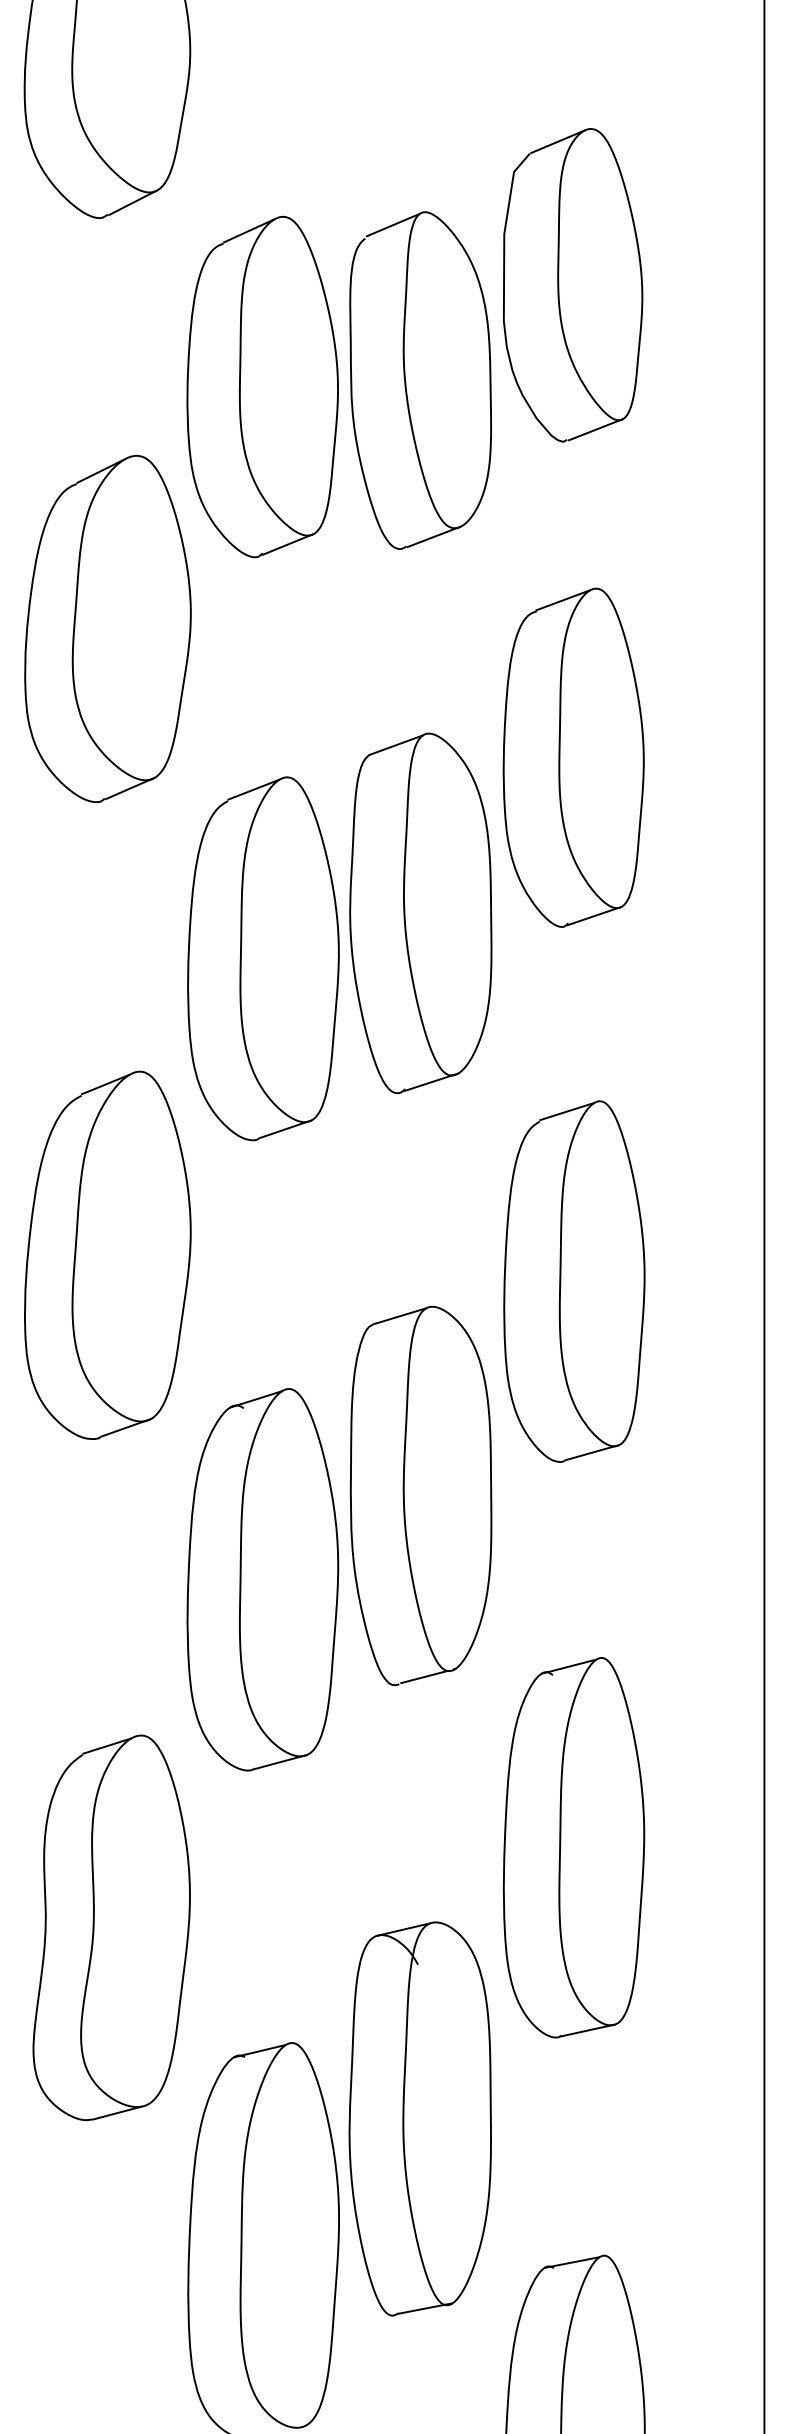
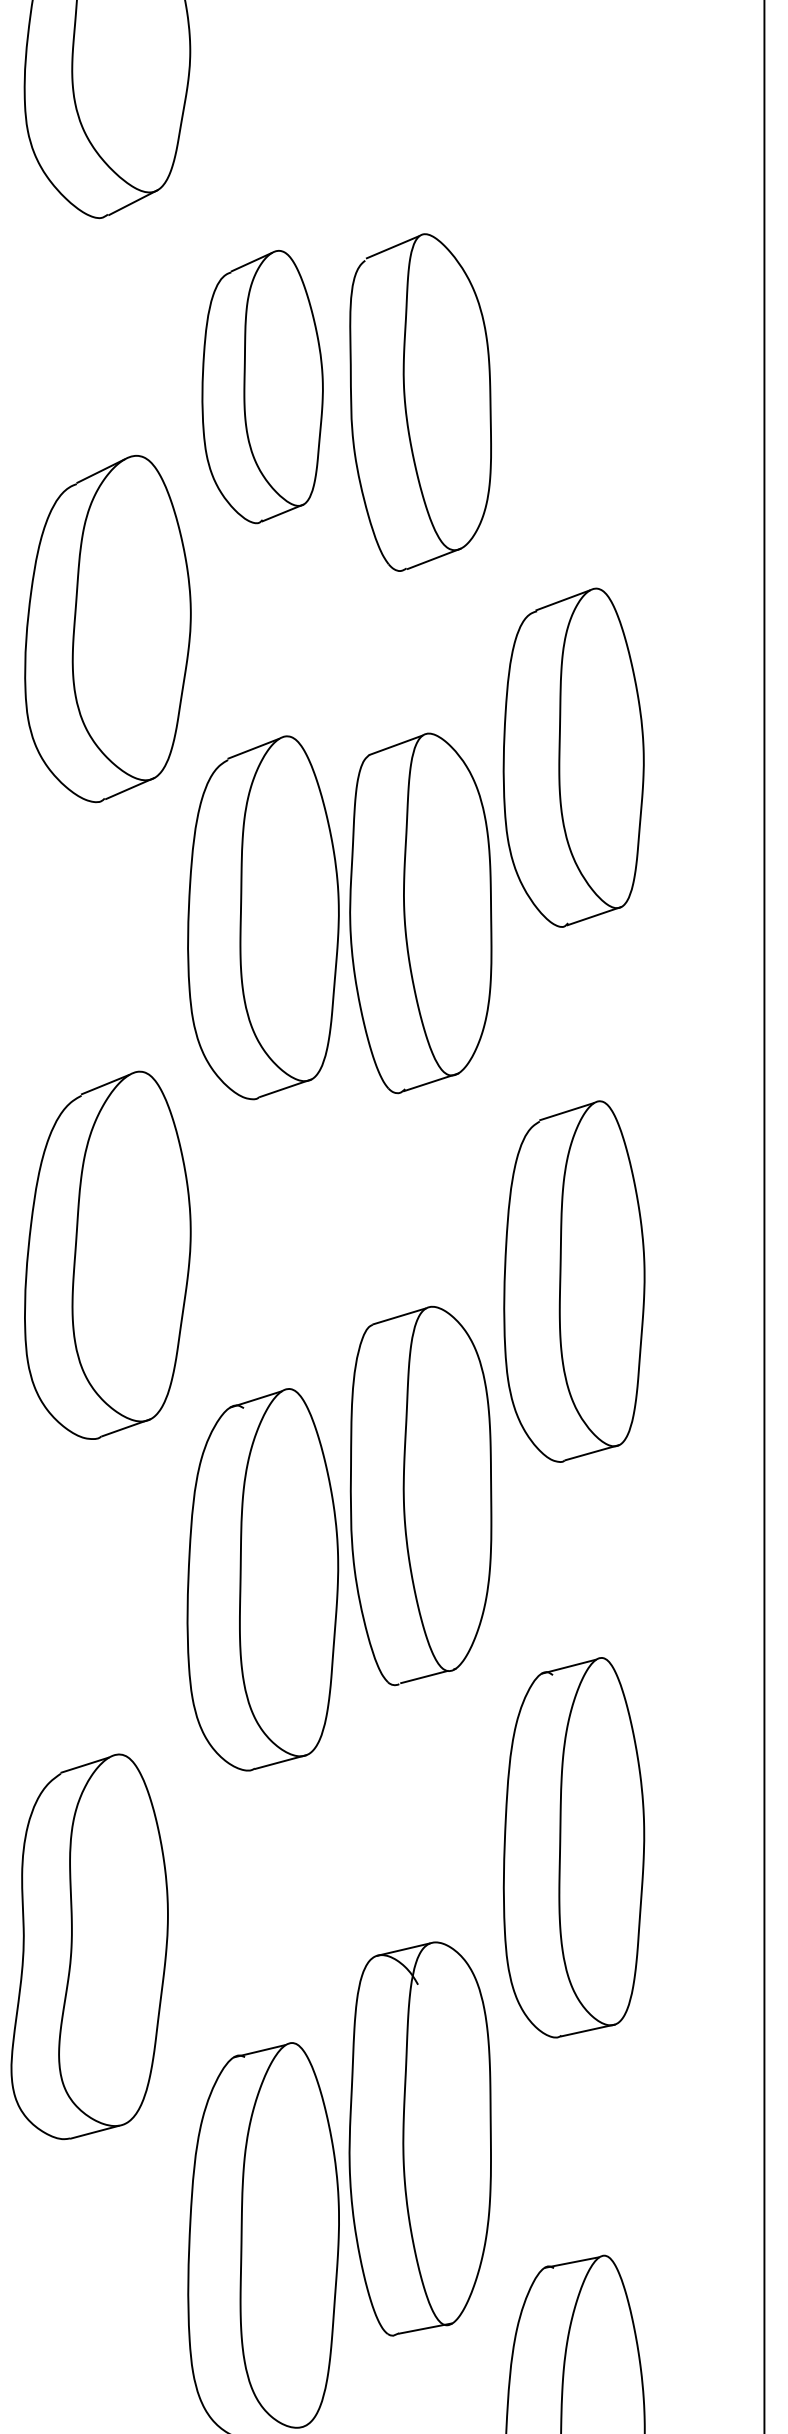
part at (573, 285): present -> none
part at (420, 380) position: (420, 380) -> (420, 402)
part at (262, 386) size: 153x344 px -> 123x275 px
part at (263, 958) position: (263, 958) -> (263, 917)
part at (111, 1927) position: (111, 1927) -> (89, 1946)
part at (419, 2118) position: (419, 2118) -> (419, 2138)
